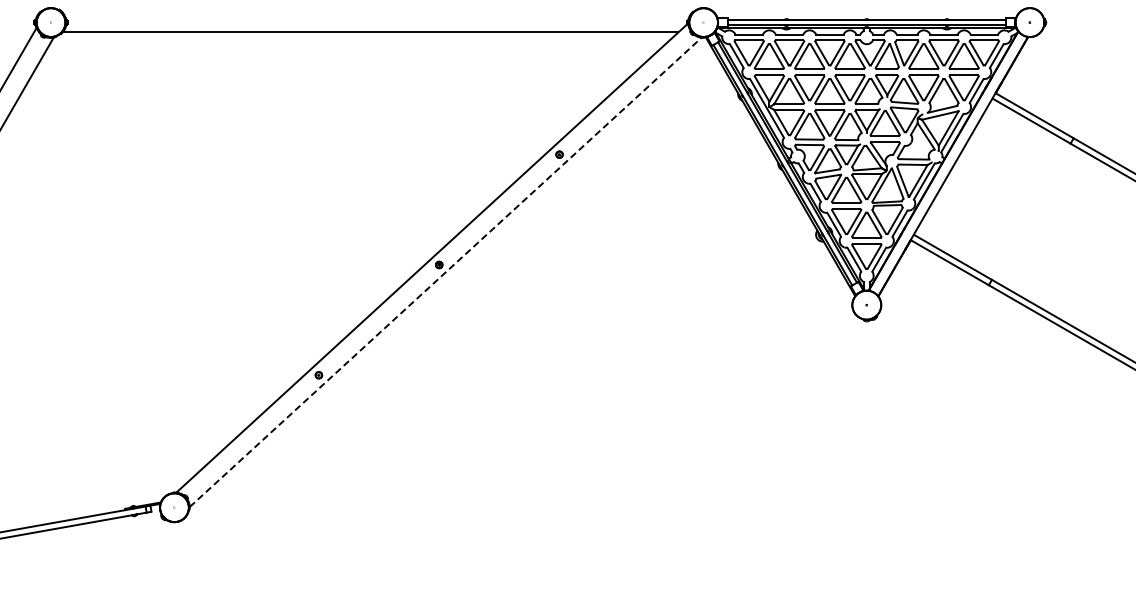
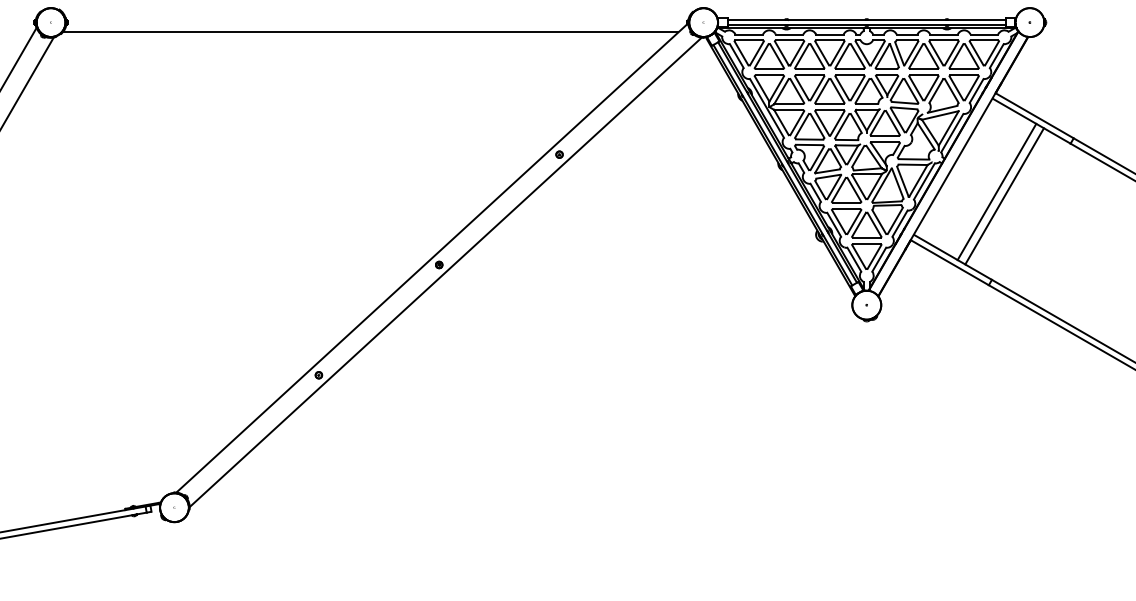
line at (996, 191): none -> present
line at (1004, 196): none -> present
line at (446, 272): dashed -> solid
